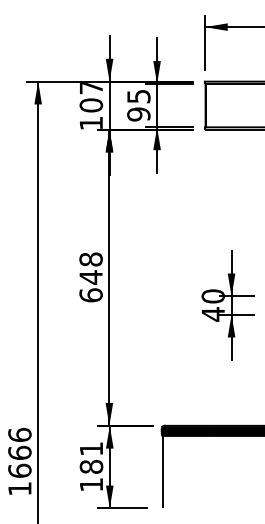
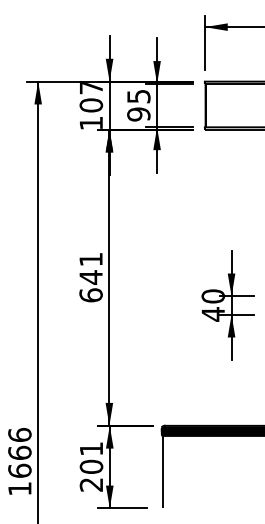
text at (90, 259): 648 -> 641
text at (90, 475): 181 -> 201
